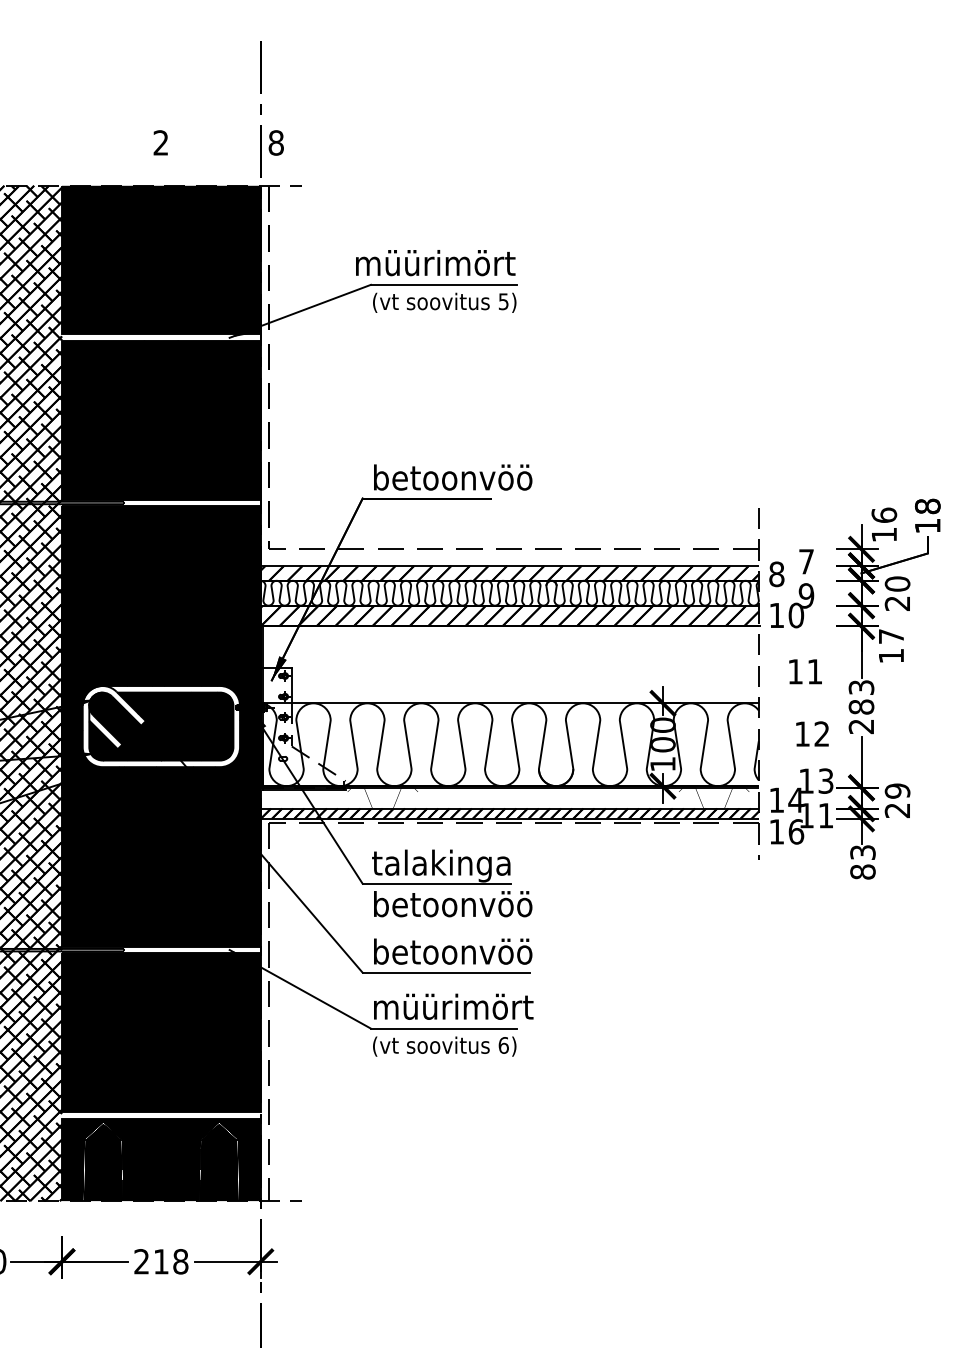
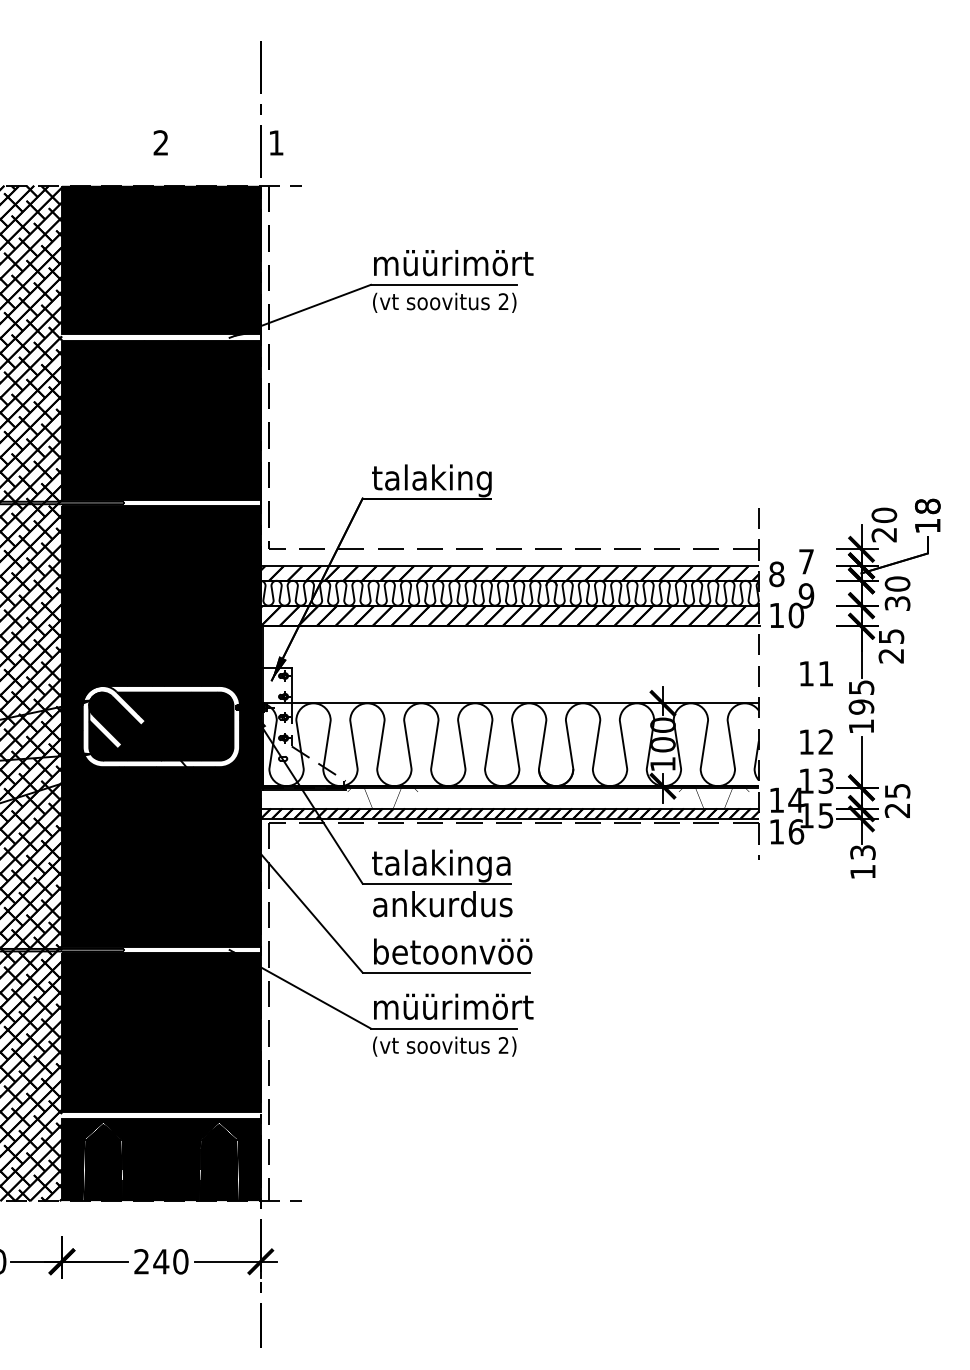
text at (275, 142): 8 -> 1
text at (435, 263) position: (435, 263) -> (453, 263)
text at (503, 301): 5) -> 2)
text at (452, 480): betoonvöö -> talaking
text at (883, 524): 16 -> 20
text at (897, 603): 20 -> 30
text at (891, 646): 17 -> 25
text at (805, 671) position: (805, 671) -> (816, 673)
text at (861, 707): 283 -> 195
text at (812, 733) position: (812, 733) -> (816, 741)
text at (897, 790): 29 -> 25
text at (825, 815): 11 -> 15
text at (862, 871): 83 -> 13
text at (452, 904): betoonvöö -> ankurdus
text at (503, 1045): 6) -> 2)
text at (170, 1261): 218 -> 240
